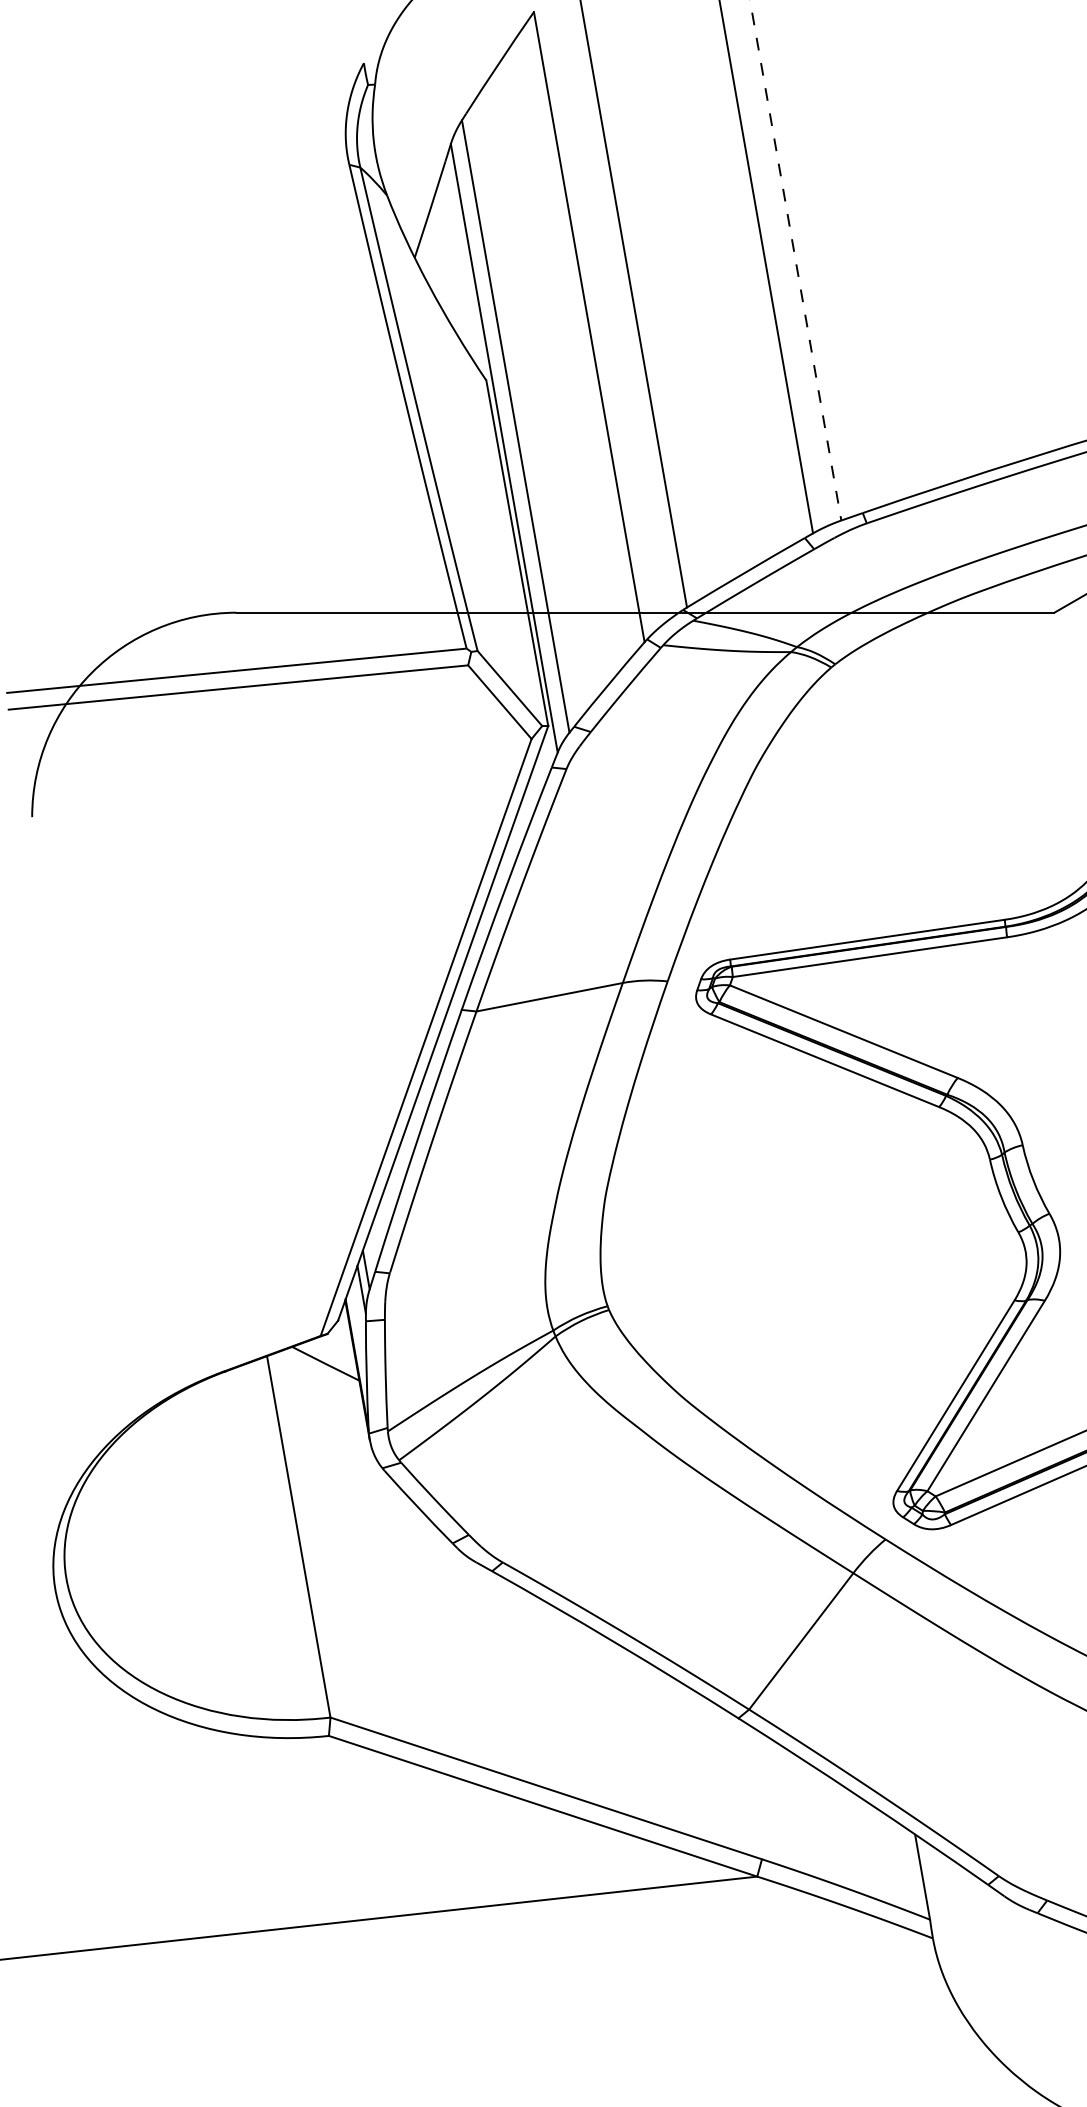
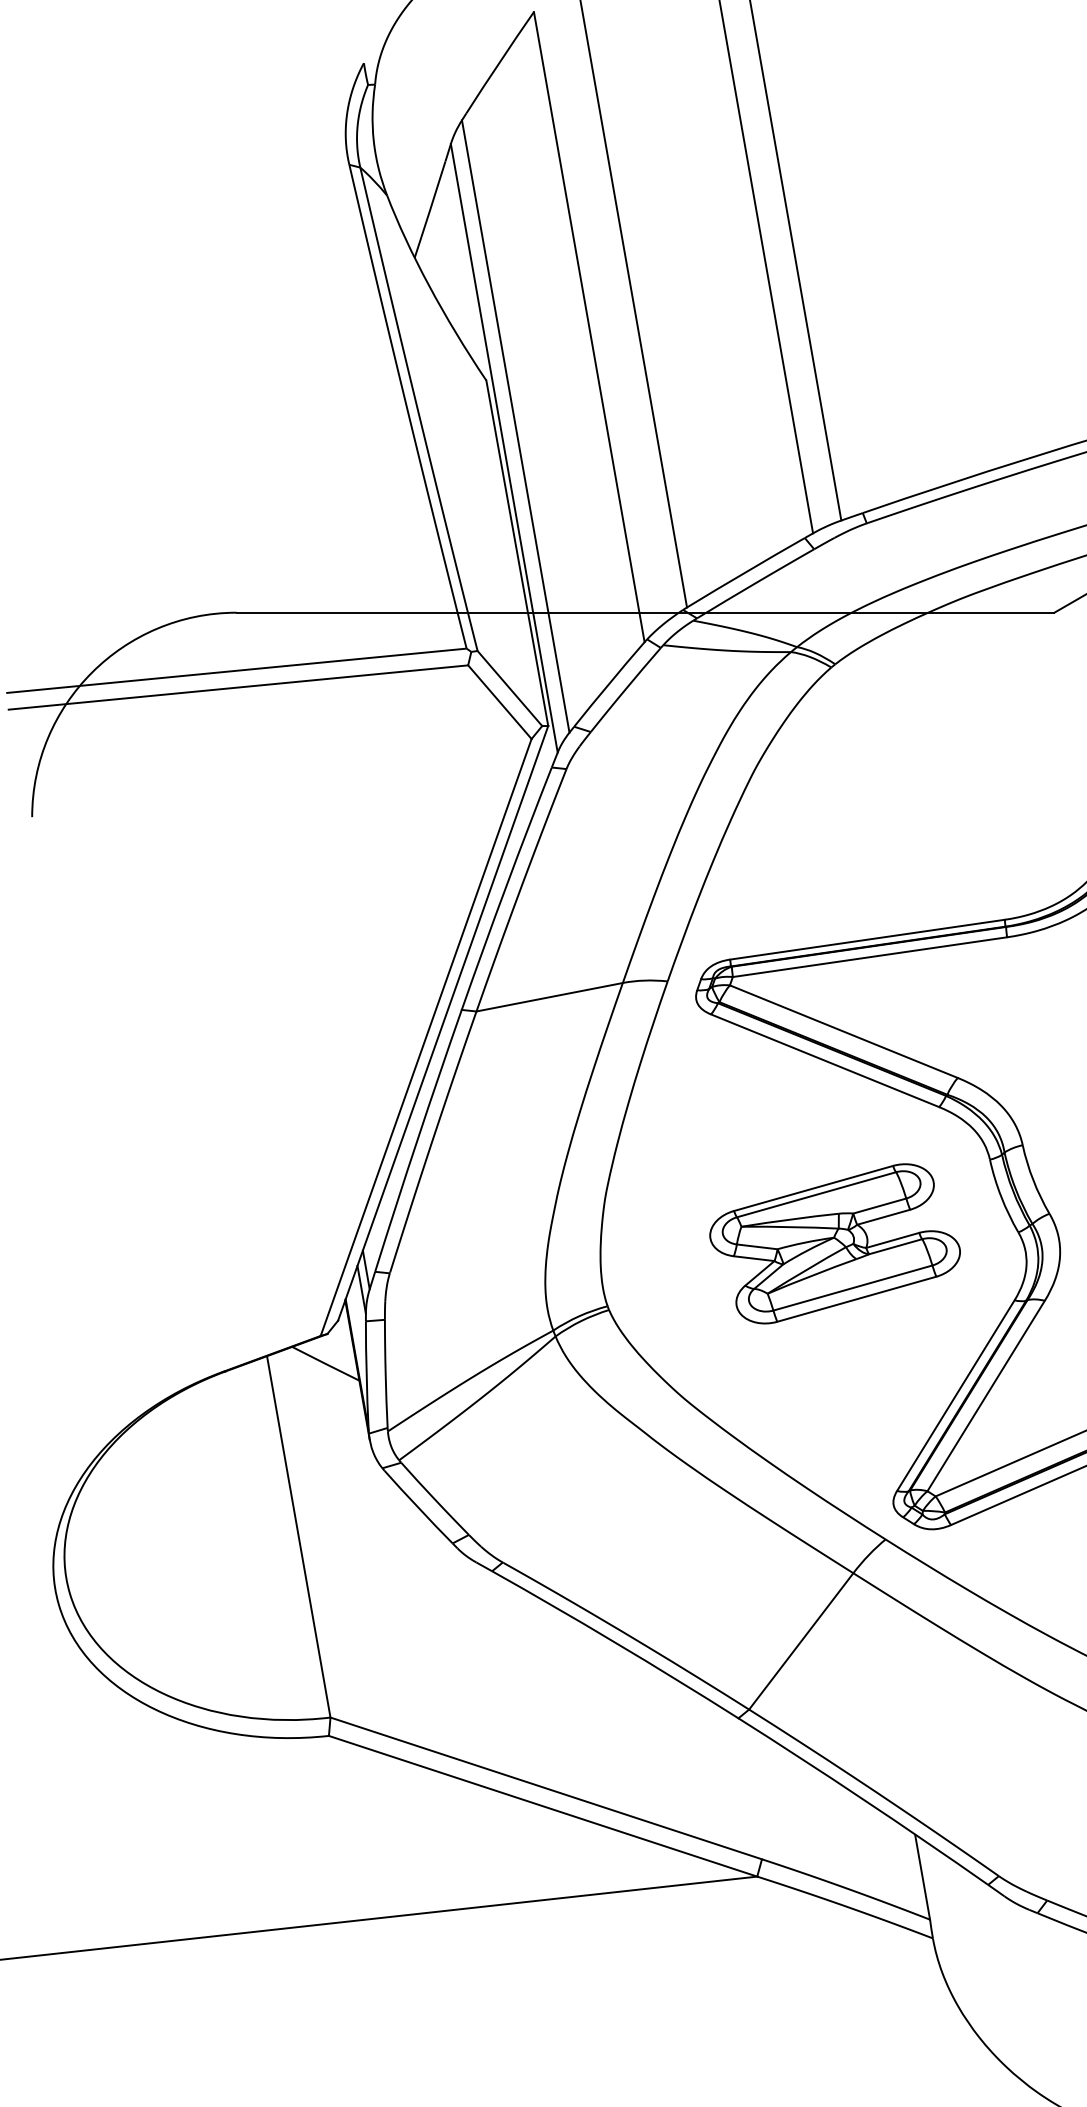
line at (795, 260): dashed -> solid
part at (834, 1243): none -> present
